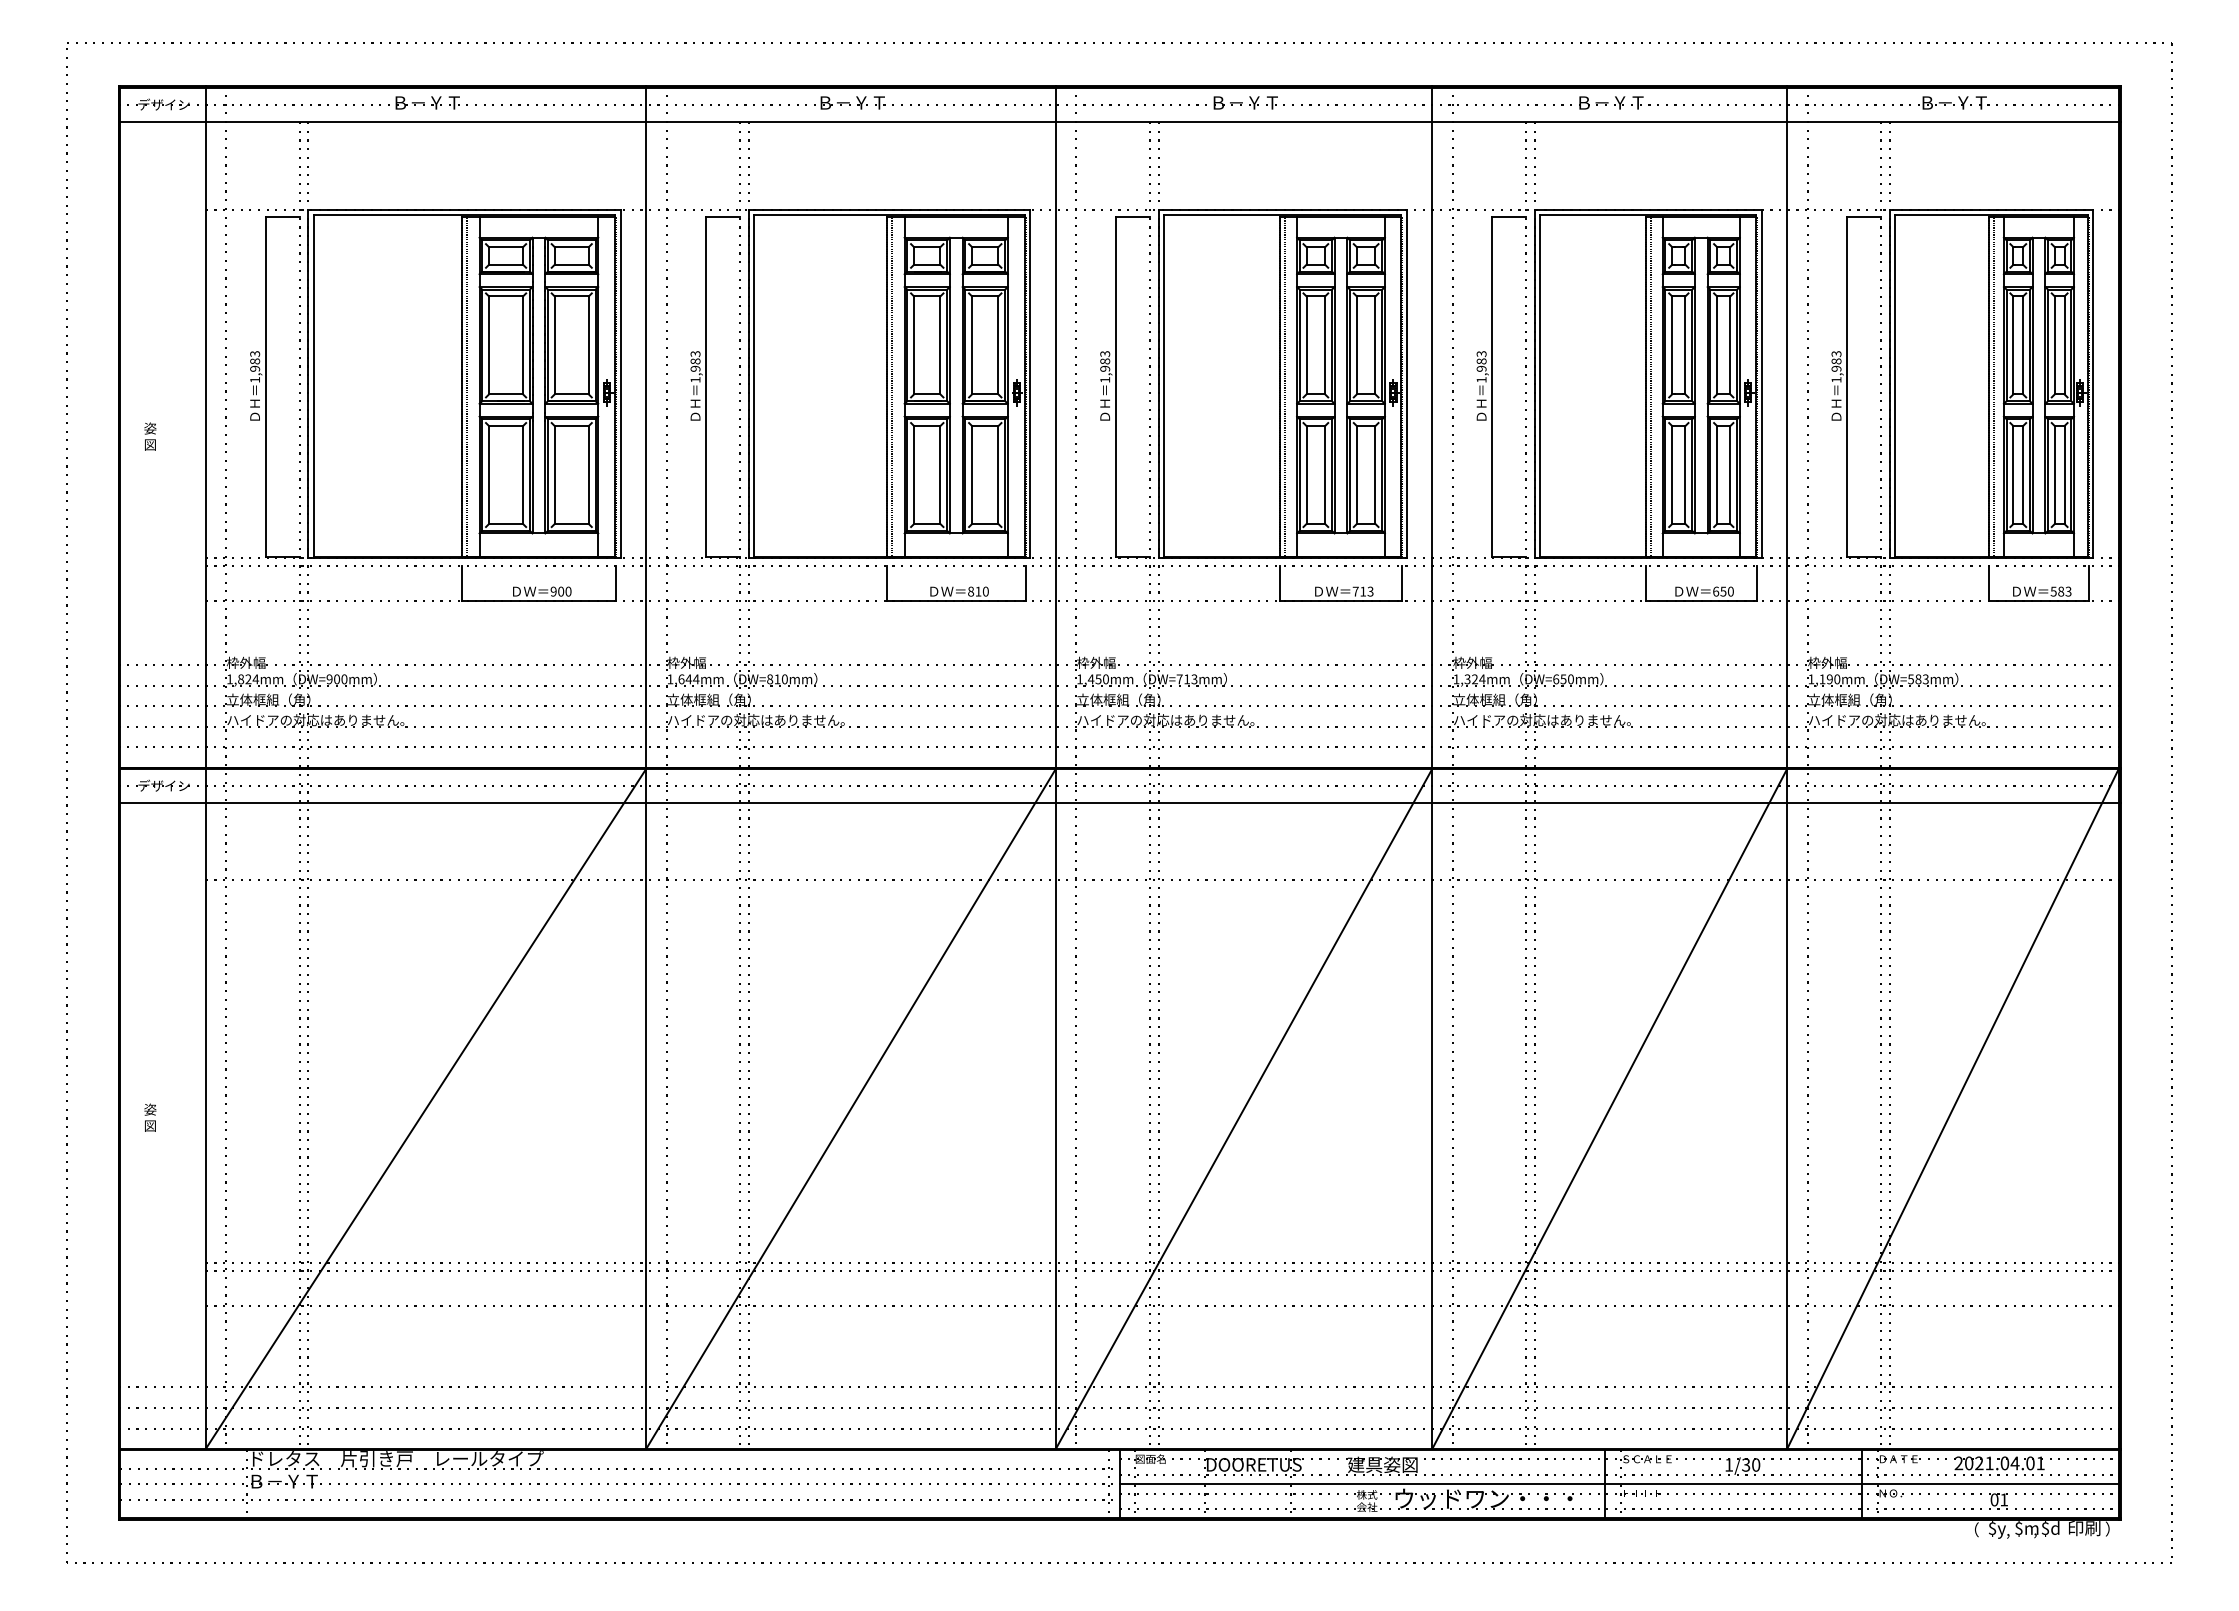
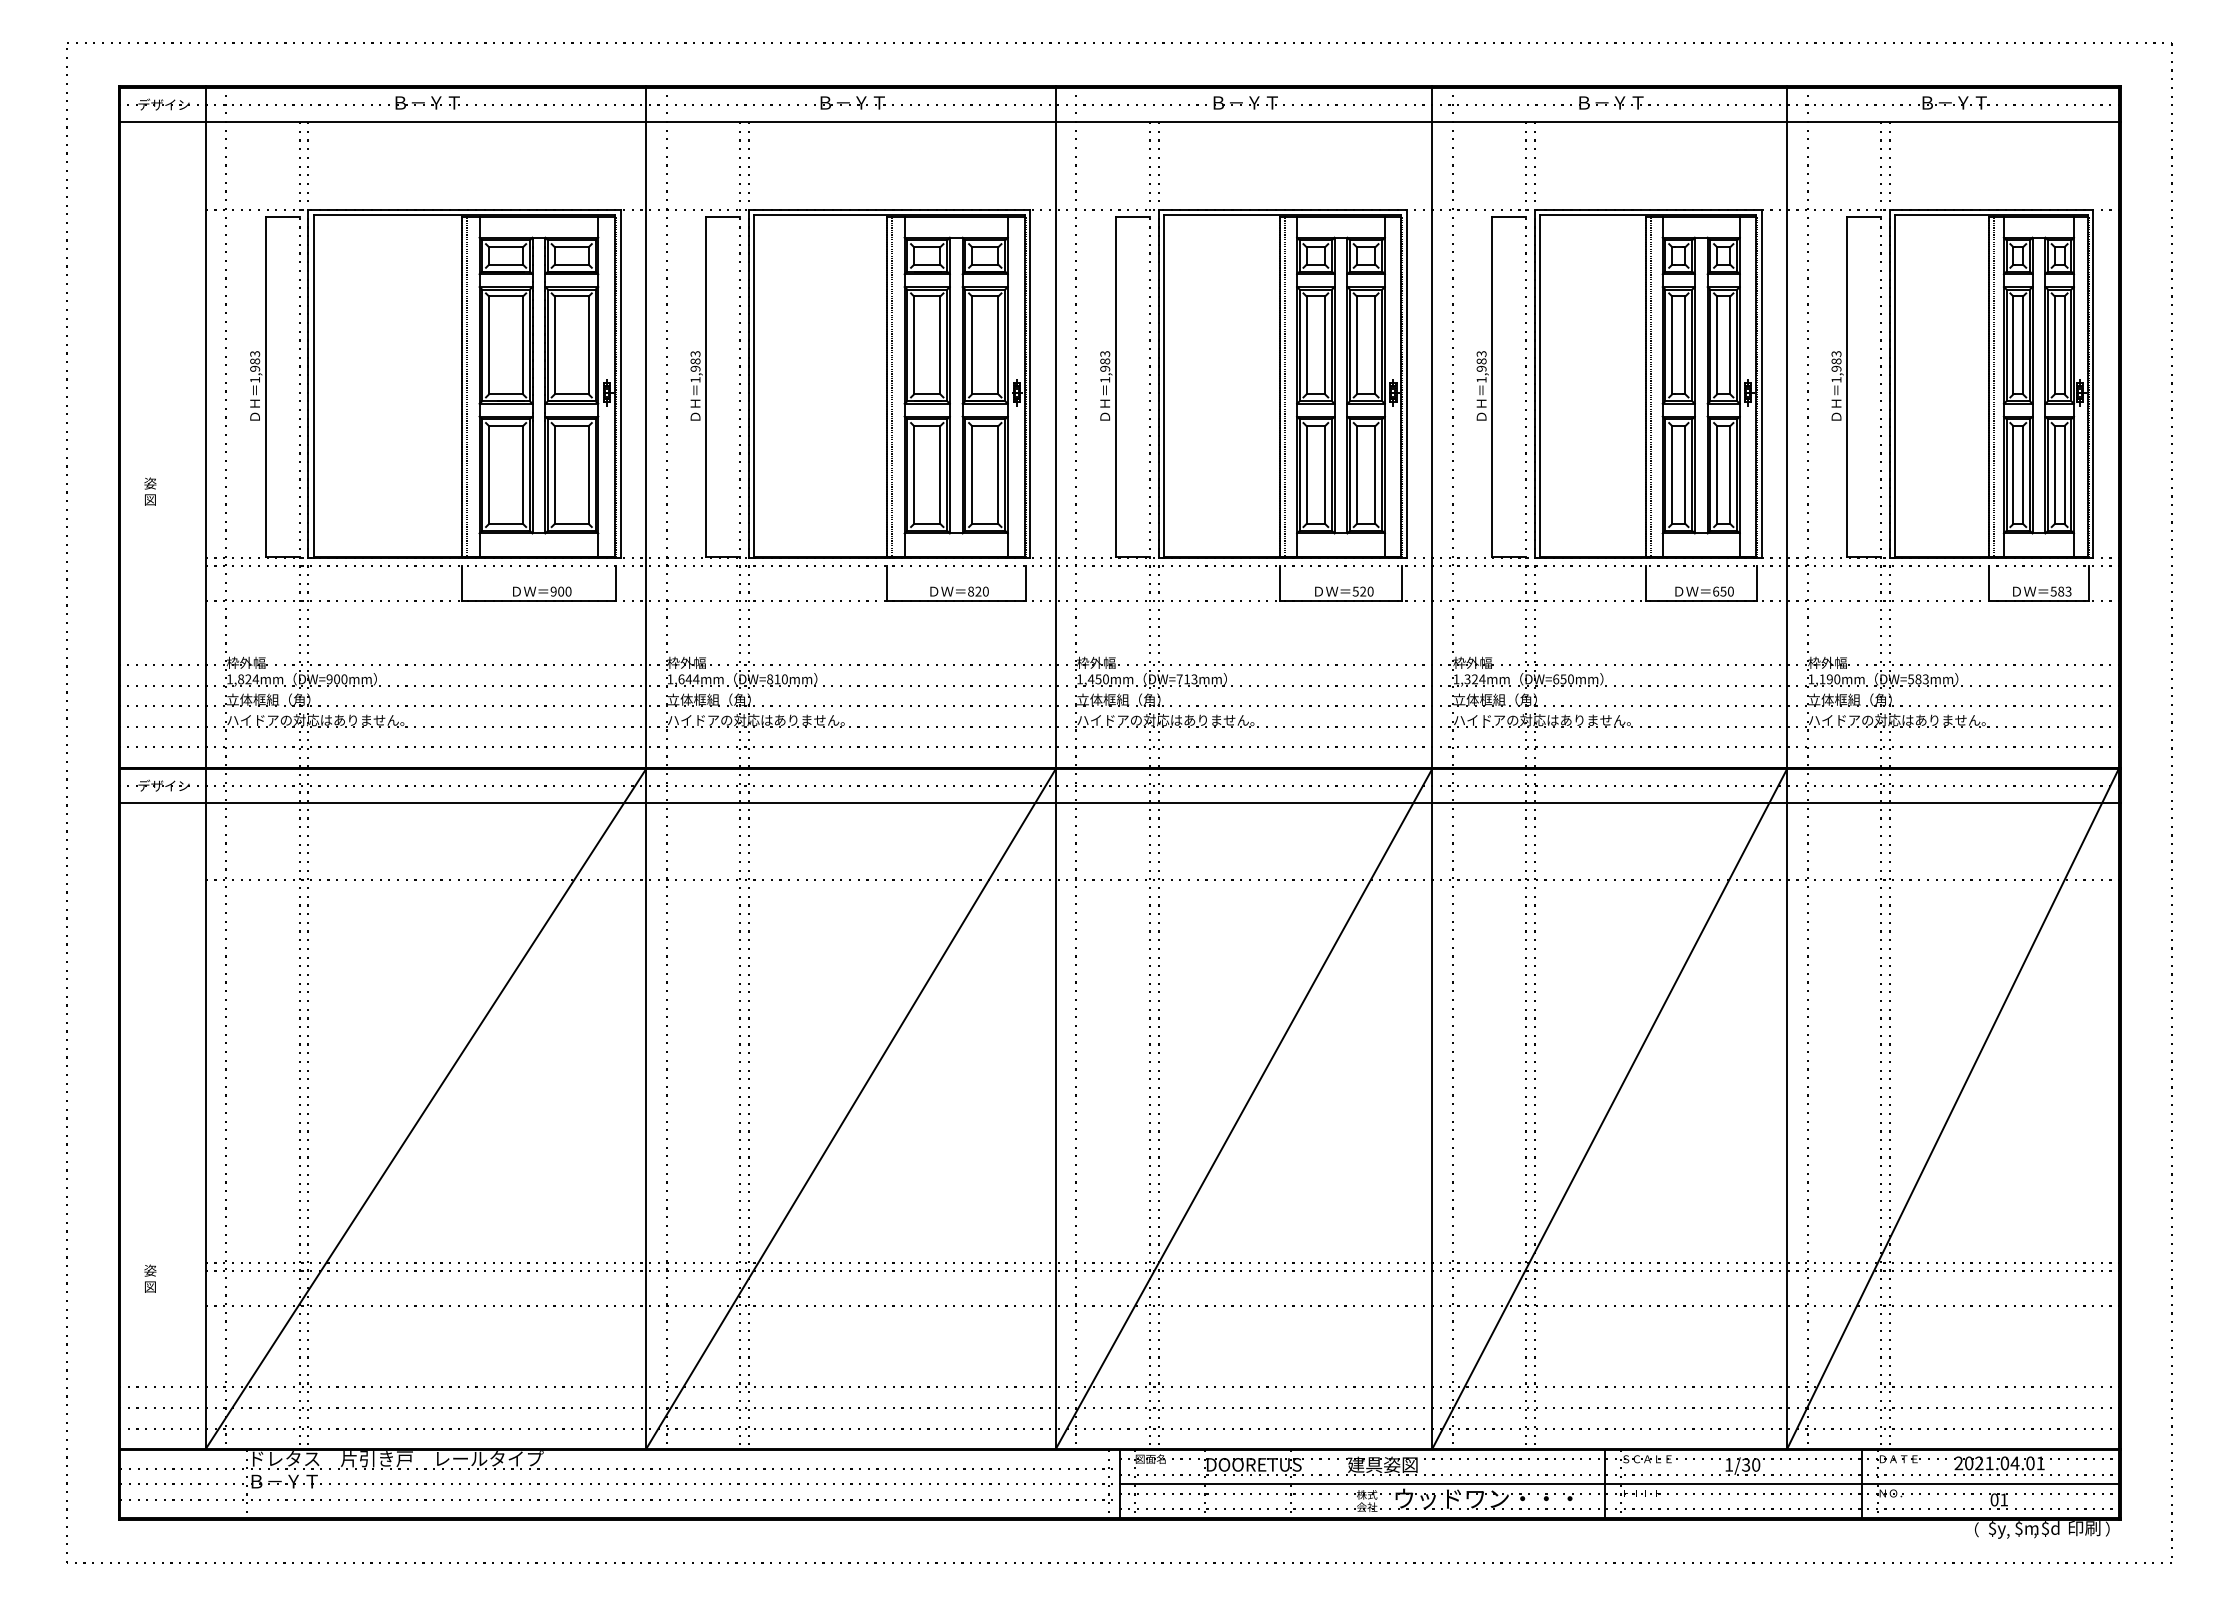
text at (150, 436) position: (150, 436) -> (150, 491)
text at (978, 591): 810 -> 820
text at (1362, 591): 713 -> 520
text at (150, 1117) position: (150, 1117) -> (150, 1278)
